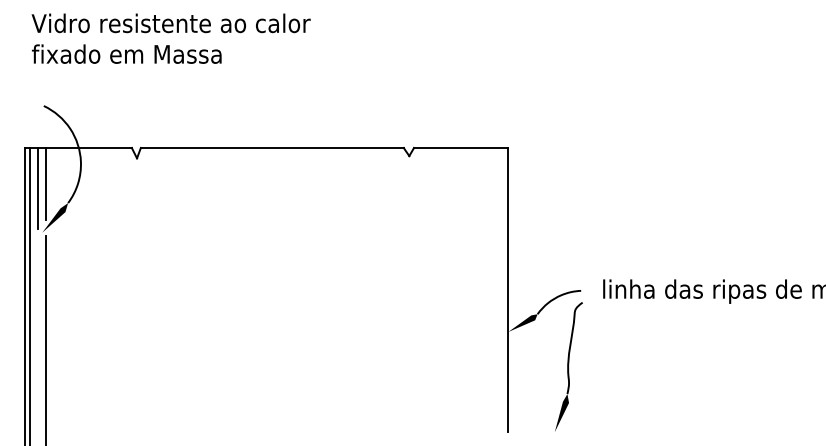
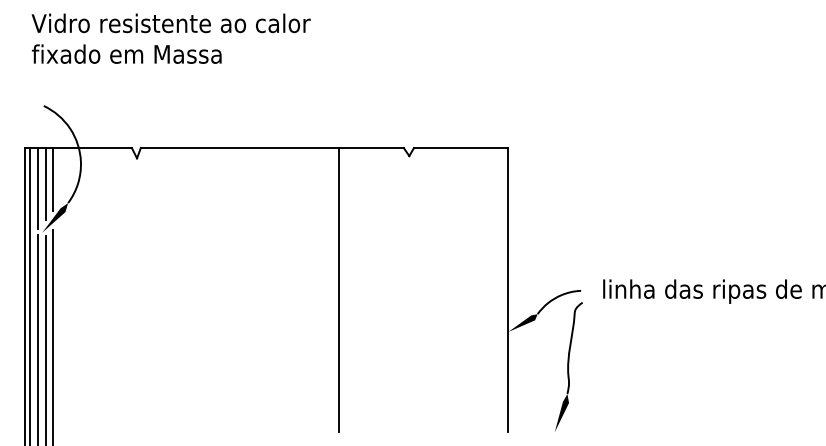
line at (53, 179): none -> present
line at (338, 290): none -> present
line at (53, 336): none -> present
line at (38, 338): none -> present
